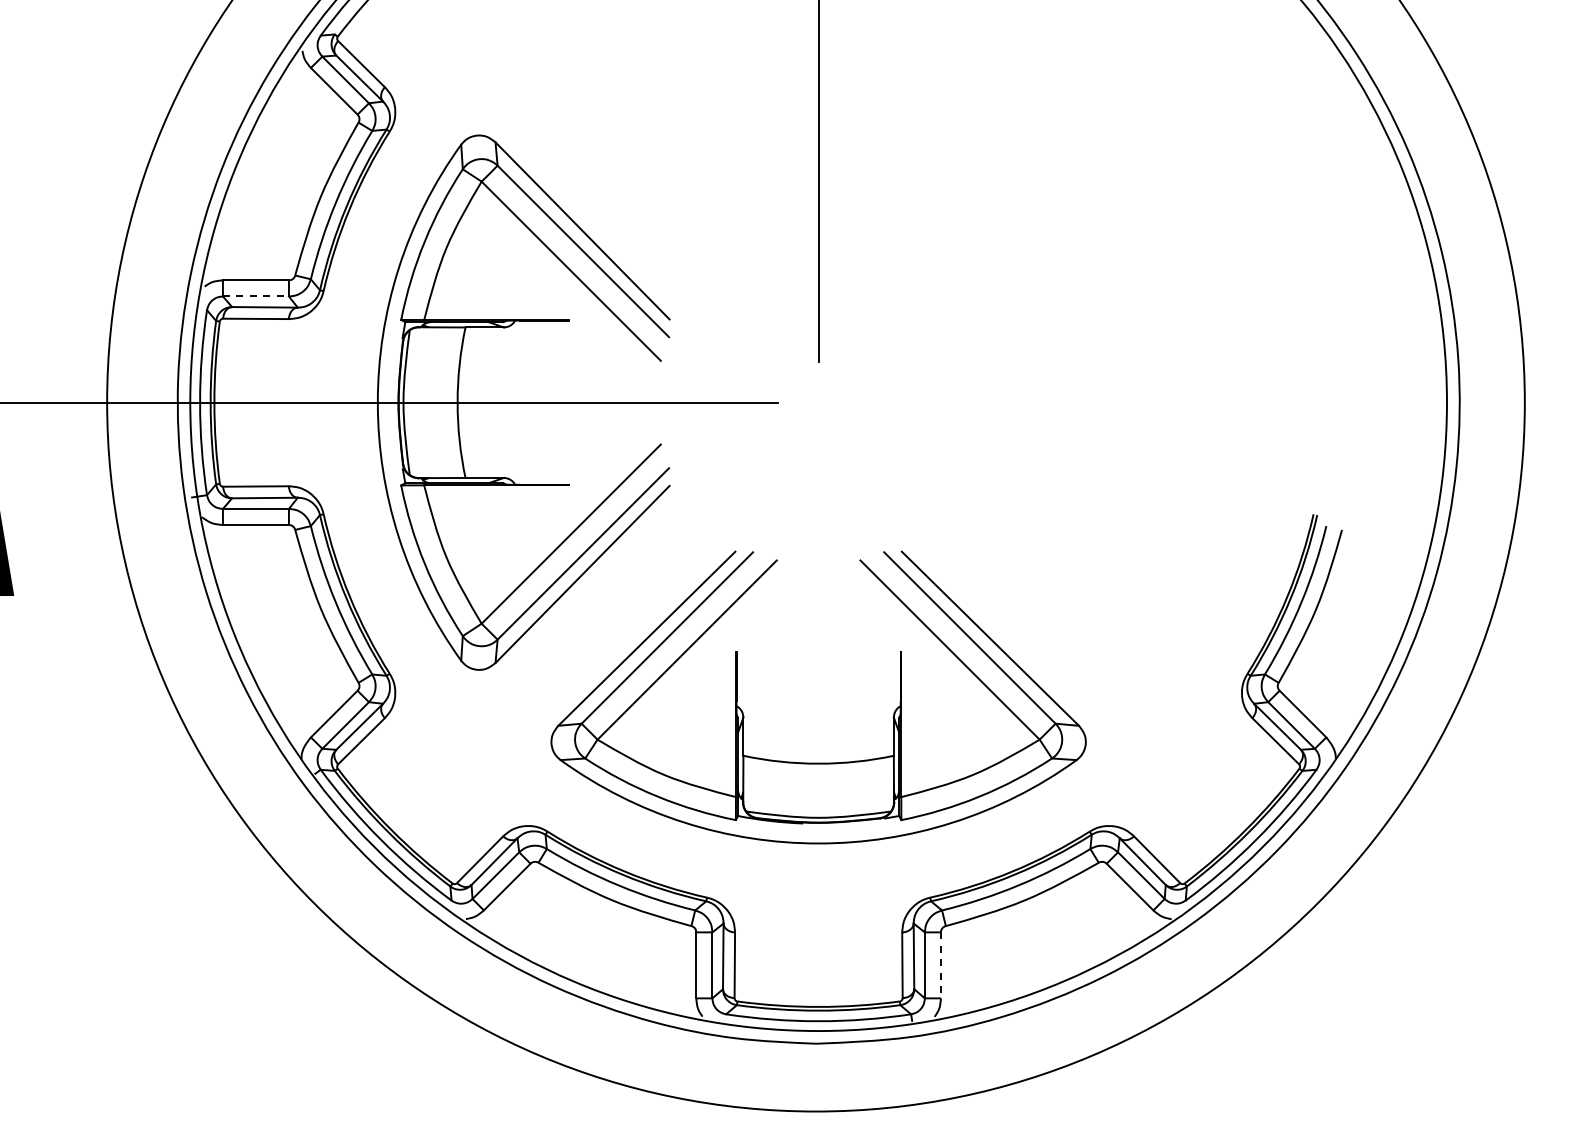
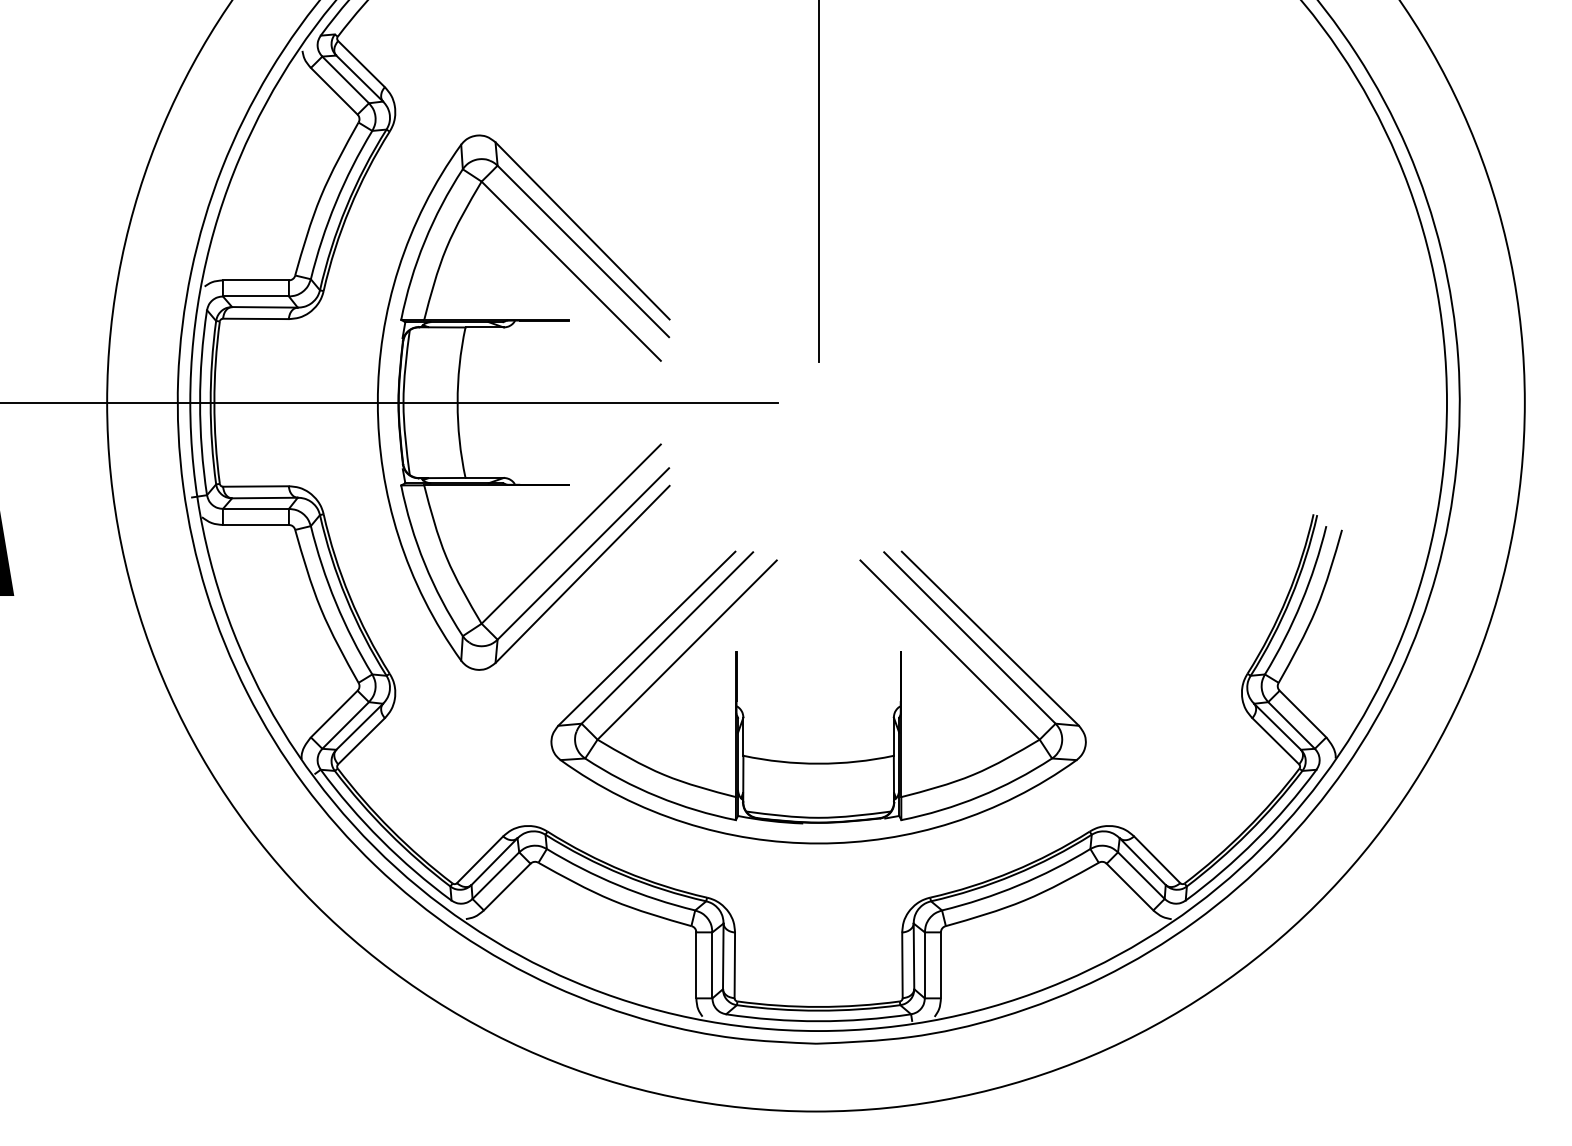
line at (255, 296): dashed -> solid
line at (940, 965): dashed -> solid
